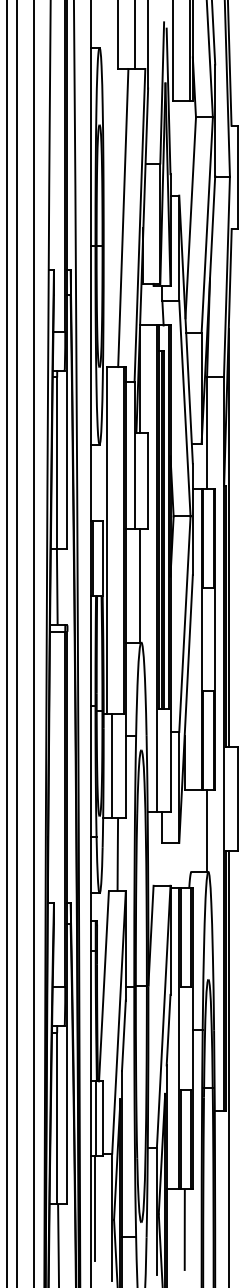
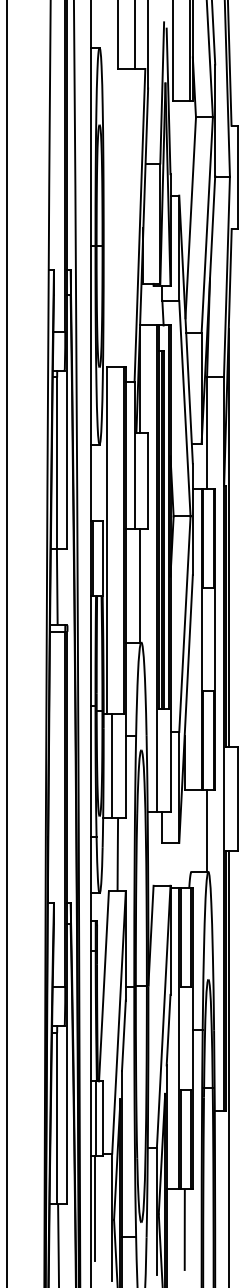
line at (123, 217): present -> none
line at (17, 643): present -> none
line at (33, 643): present -> none
